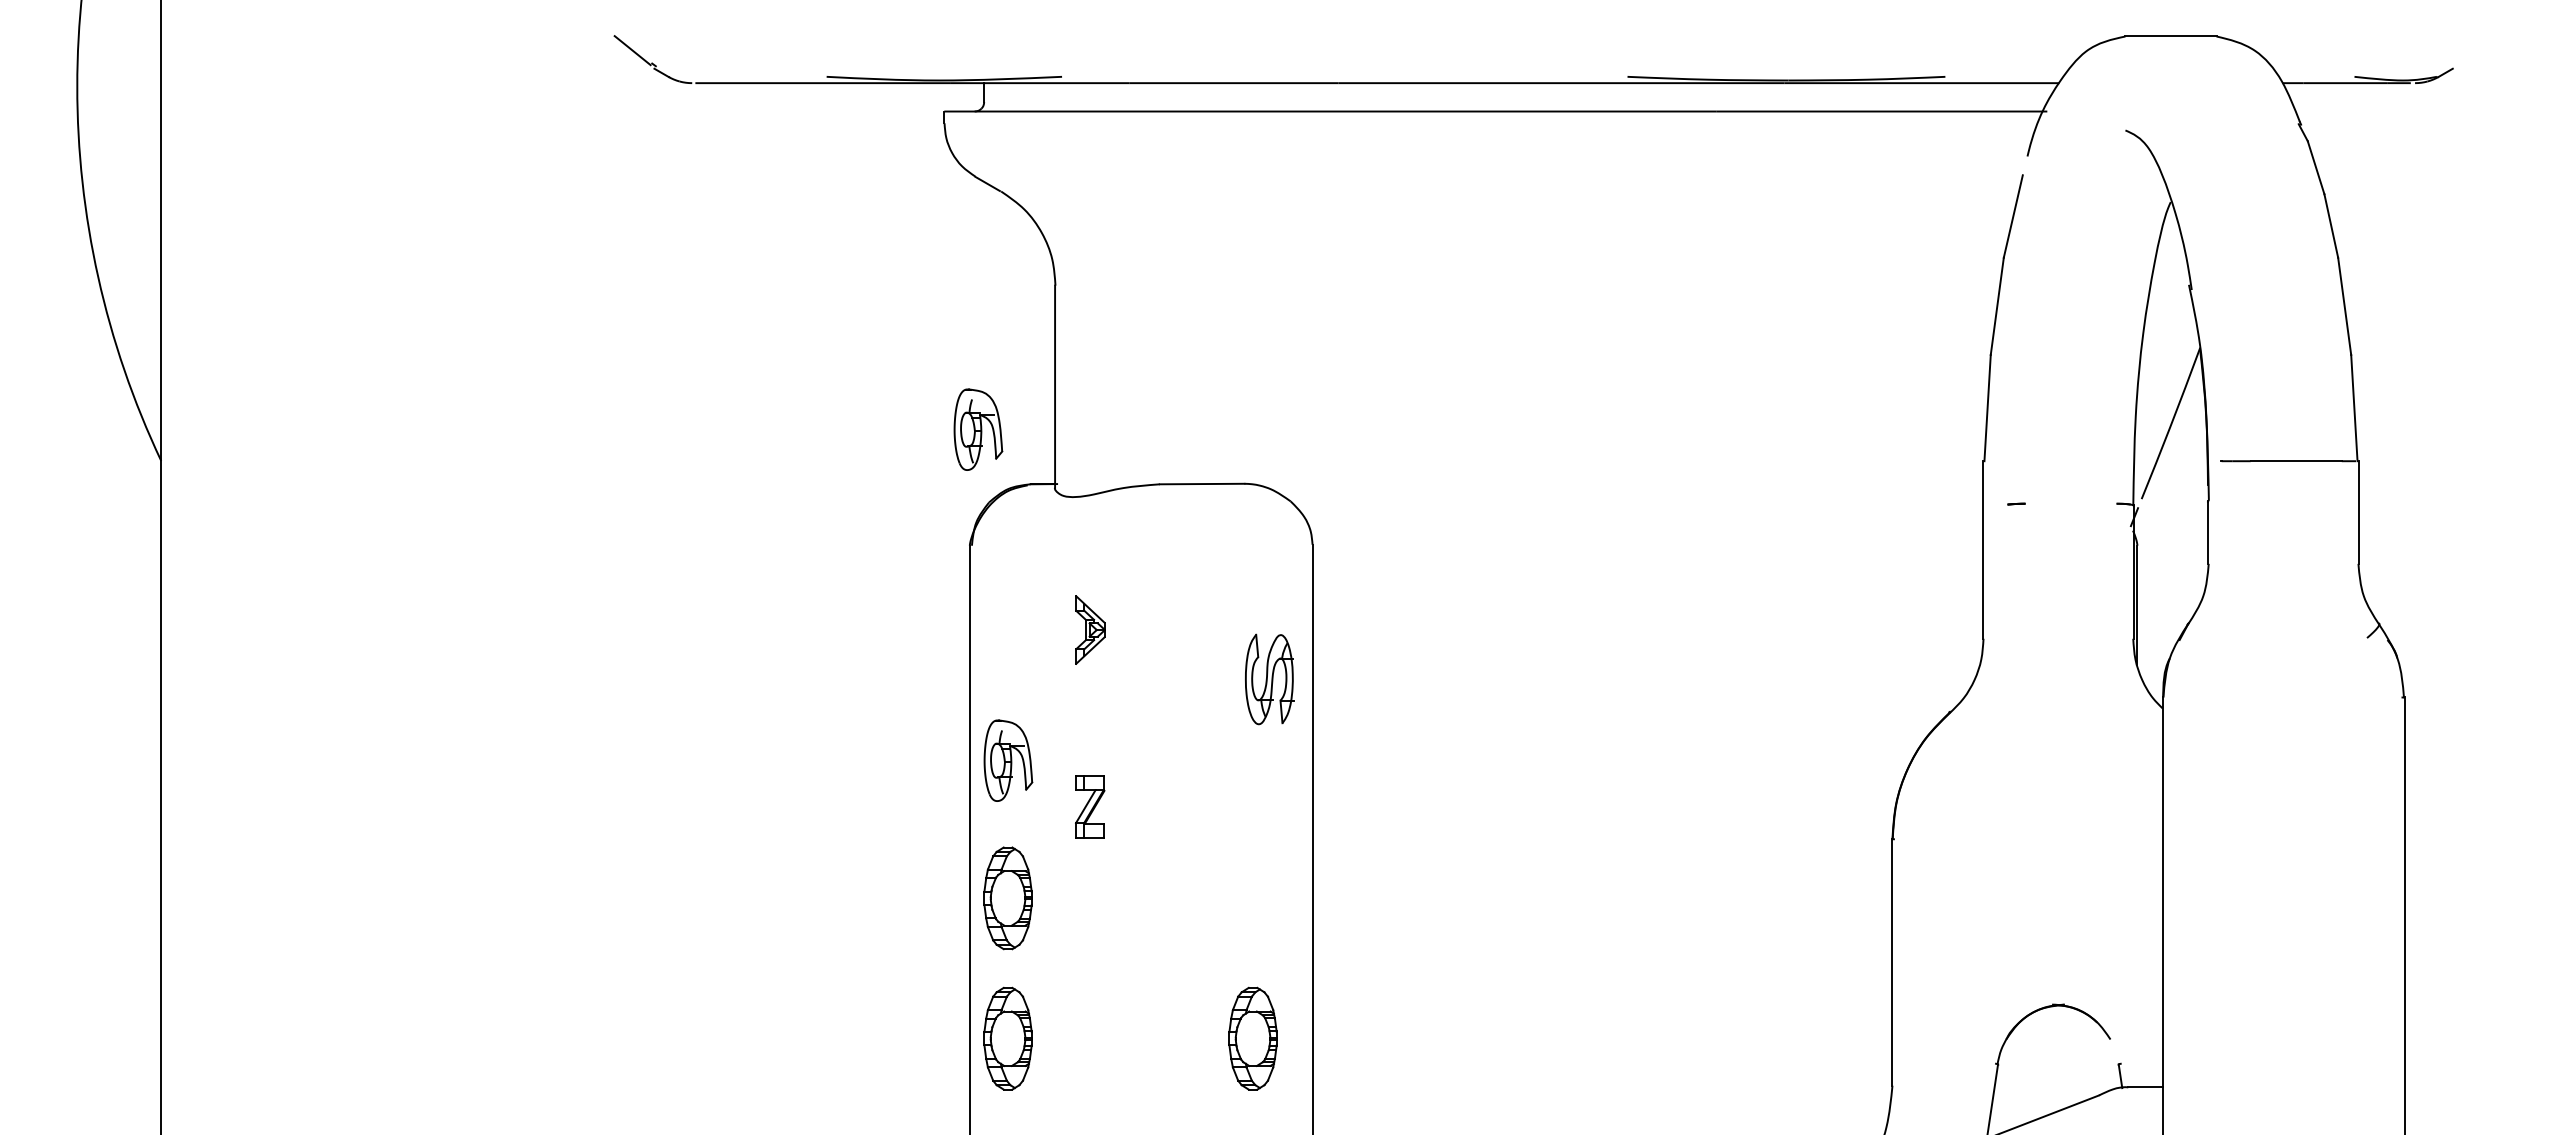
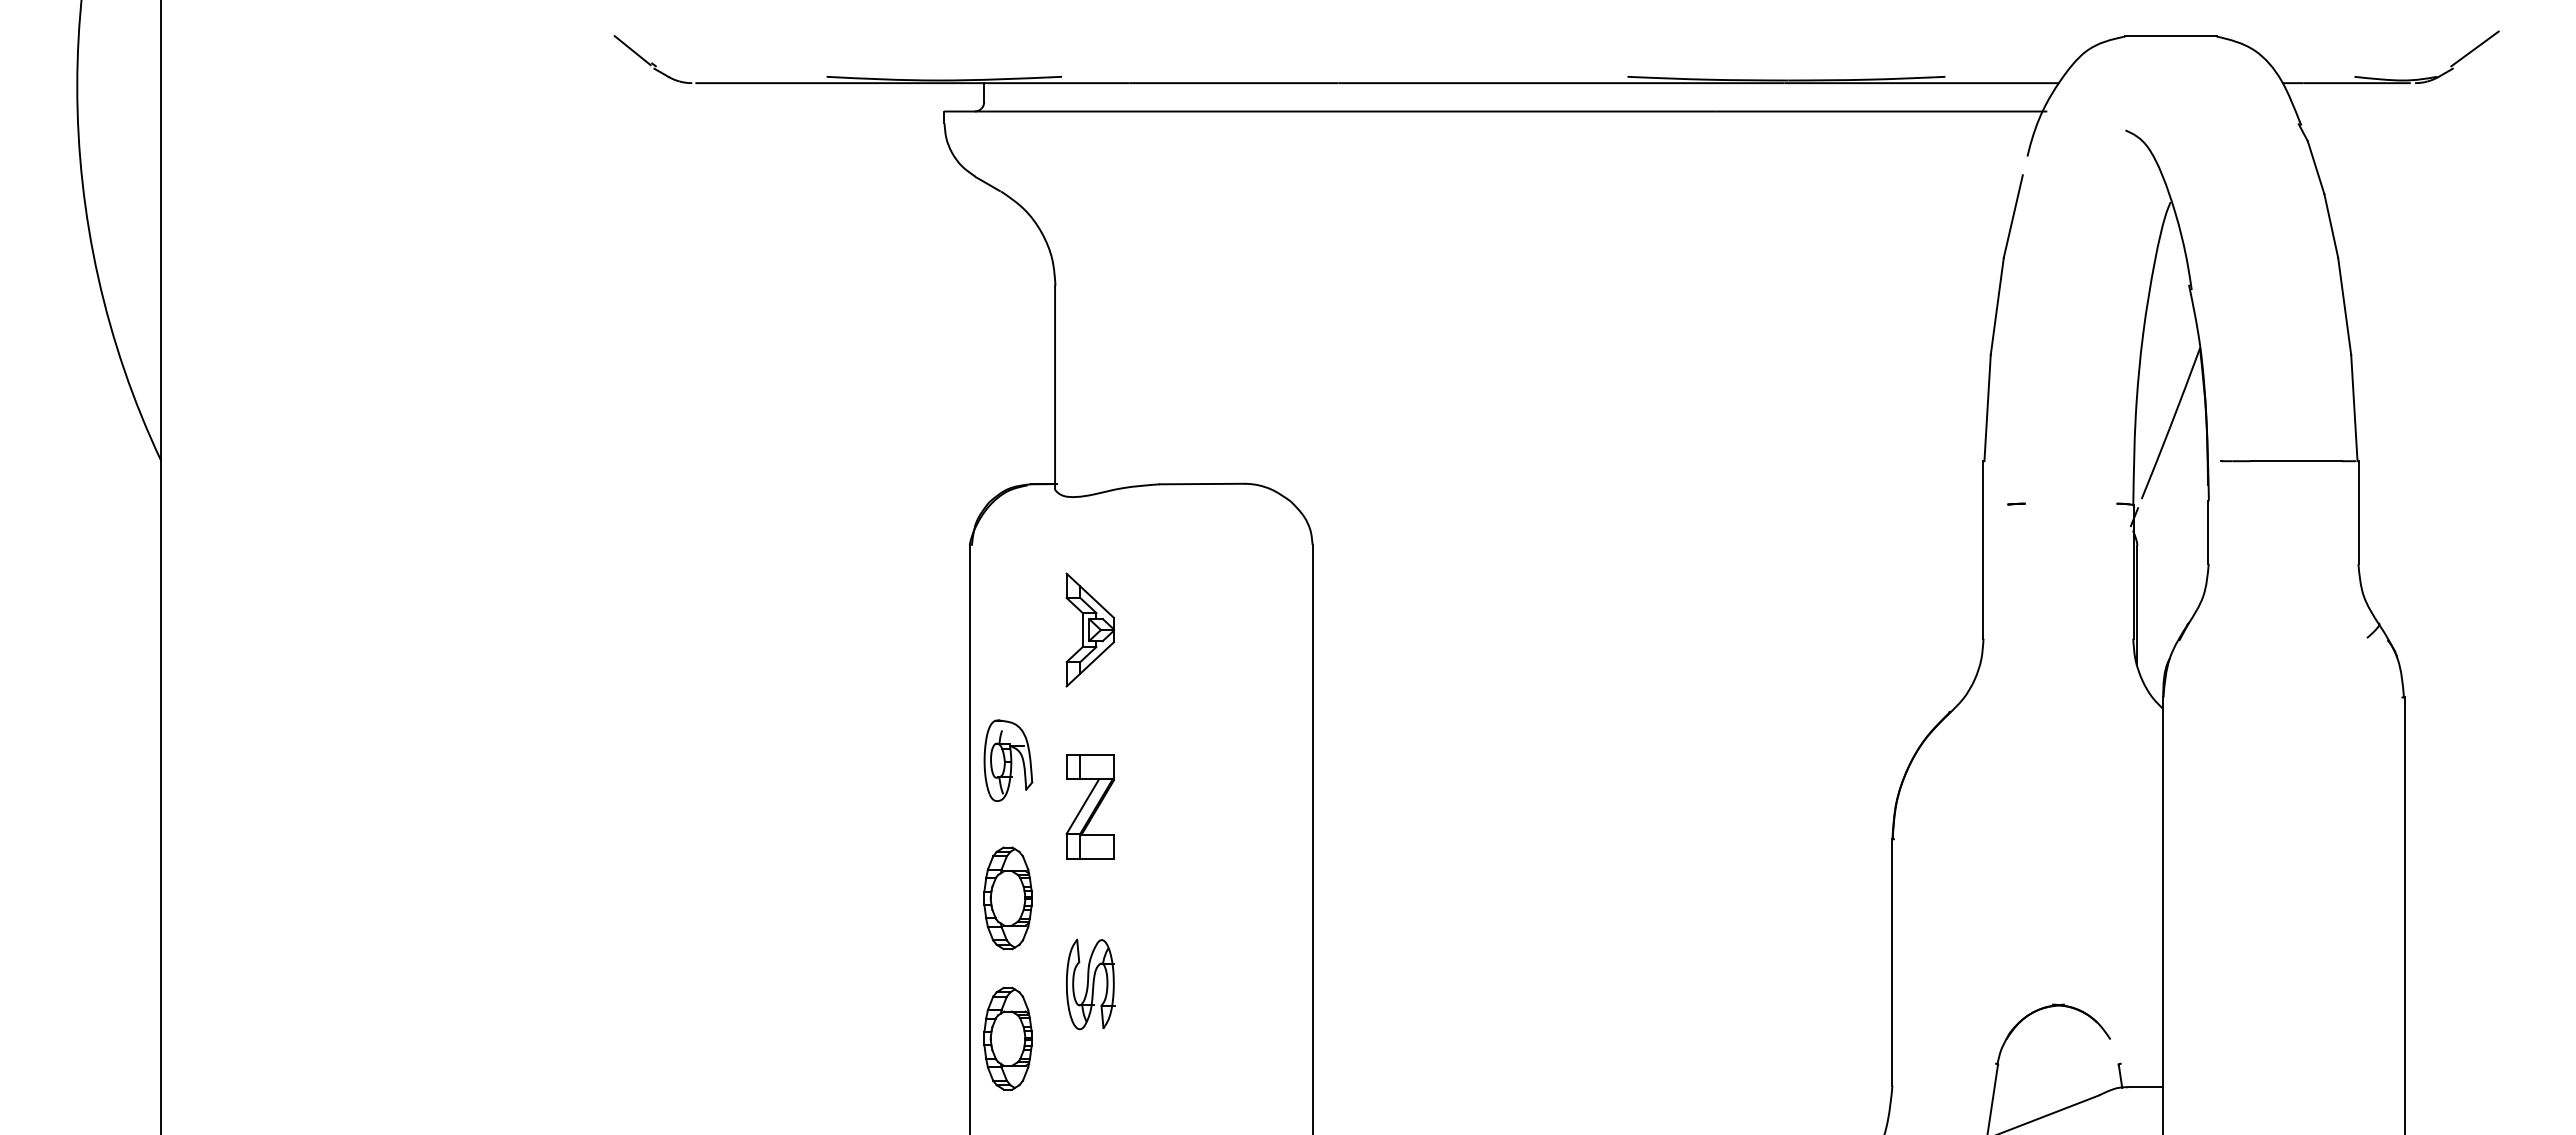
line at (2474, 48): none -> present
part at (978, 429): present -> none
part at (1090, 629) size: 31x70 px -> 51x116 px
part at (1269, 679) position: (1269, 679) -> (1090, 984)
part at (1090, 806) size: 31x64 px -> 50x106 px
part at (1252, 1038): present -> none
